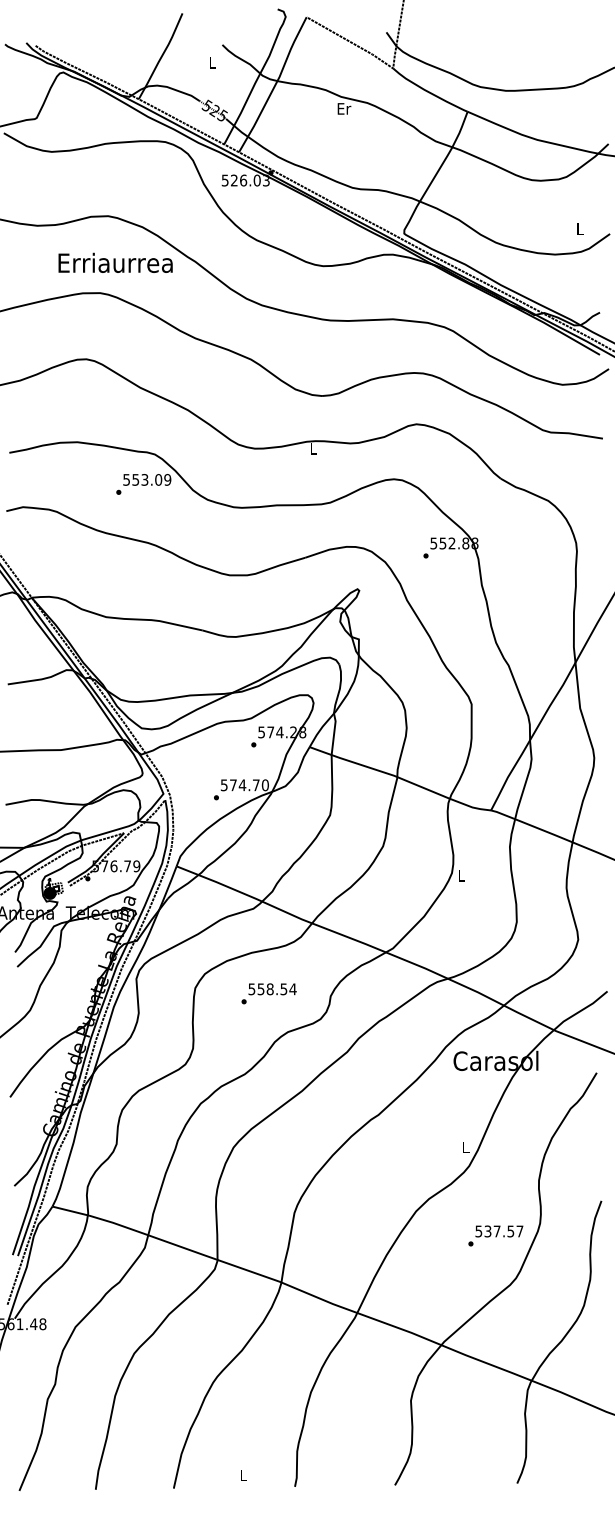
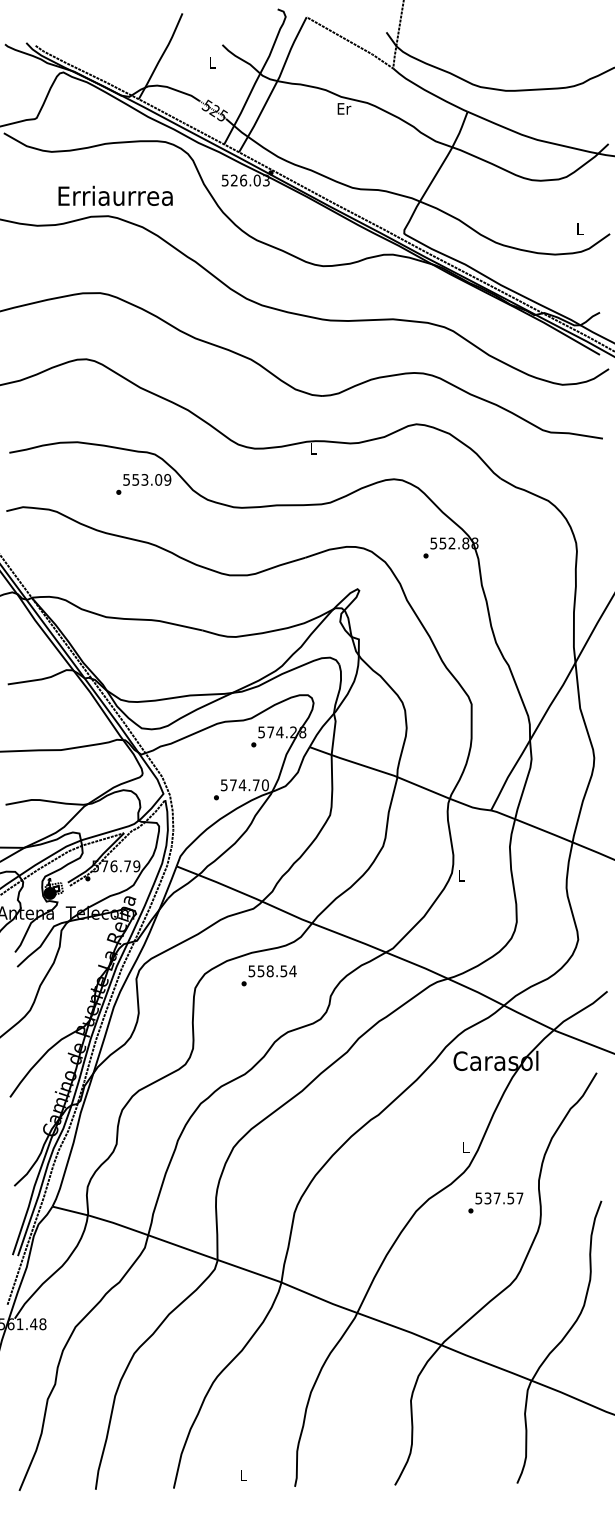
text at (115, 262) position: (115, 262) -> (115, 195)
text at (268, 993) position: (268, 993) -> (268, 975)
text at (495, 1235) position: (495, 1235) -> (495, 1202)
